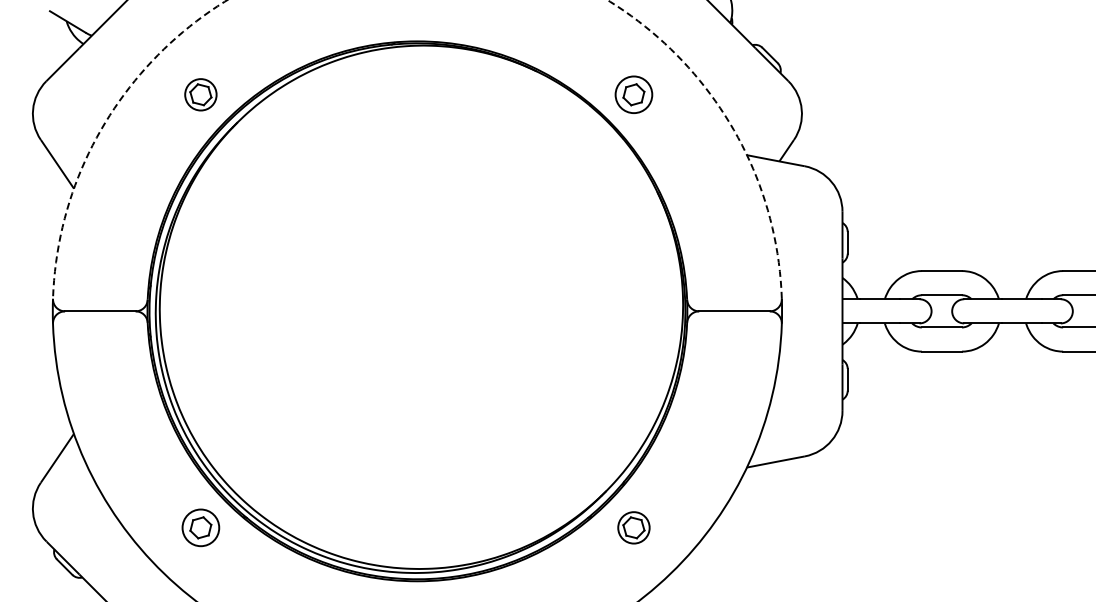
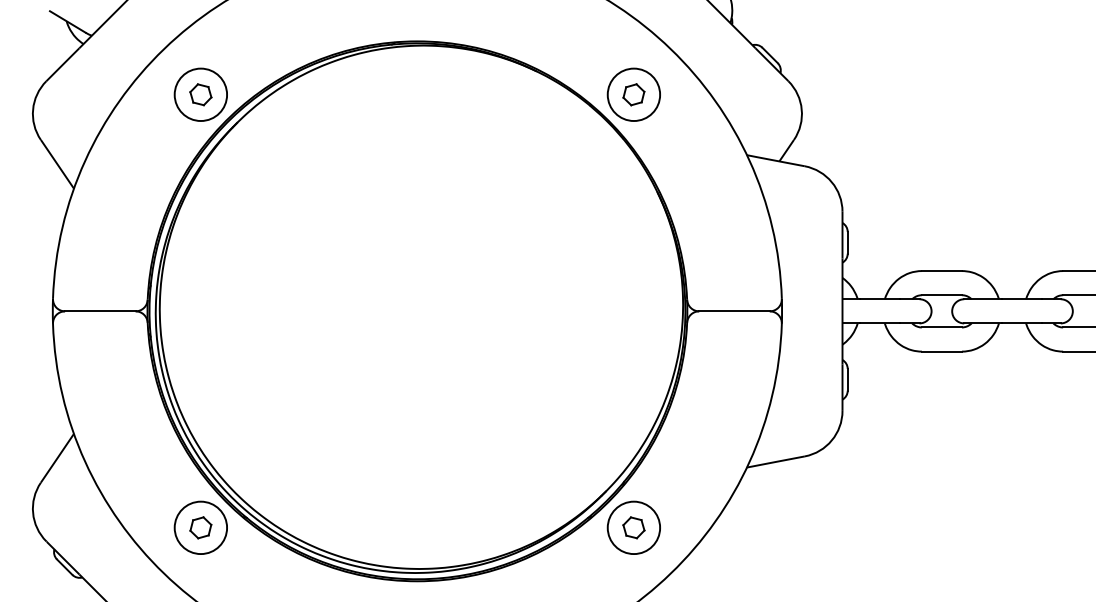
arc at (227, 0): dashed -> solid
circle at (200, 94) diameter: 31 px -> 52 px
circle at (633, 94) diameter: 37 px -> 52 px
circle at (200, 527) diameter: 37 px -> 52 px
circle at (633, 527) diameter: 31 px -> 52 px
